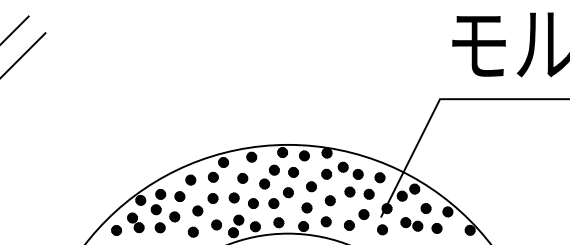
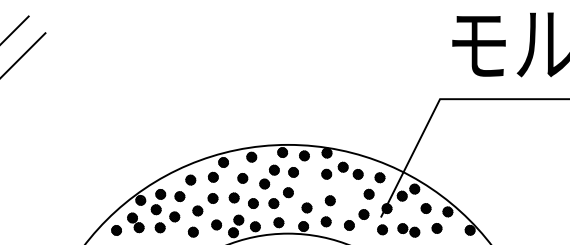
part at (311, 186): present -> none
part at (349, 191): present -> none
part at (411, 224) position: (411, 224) -> (408, 230)
